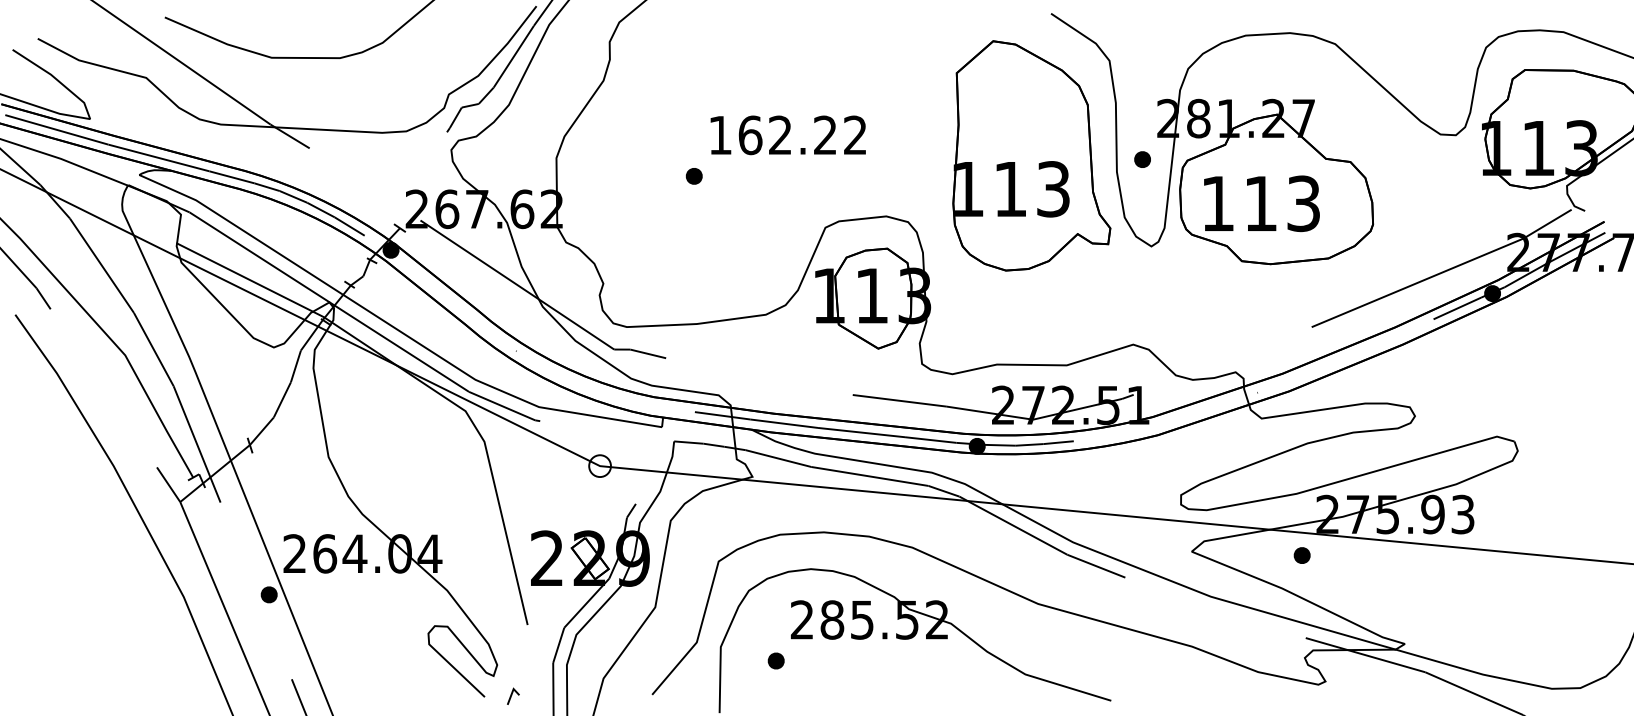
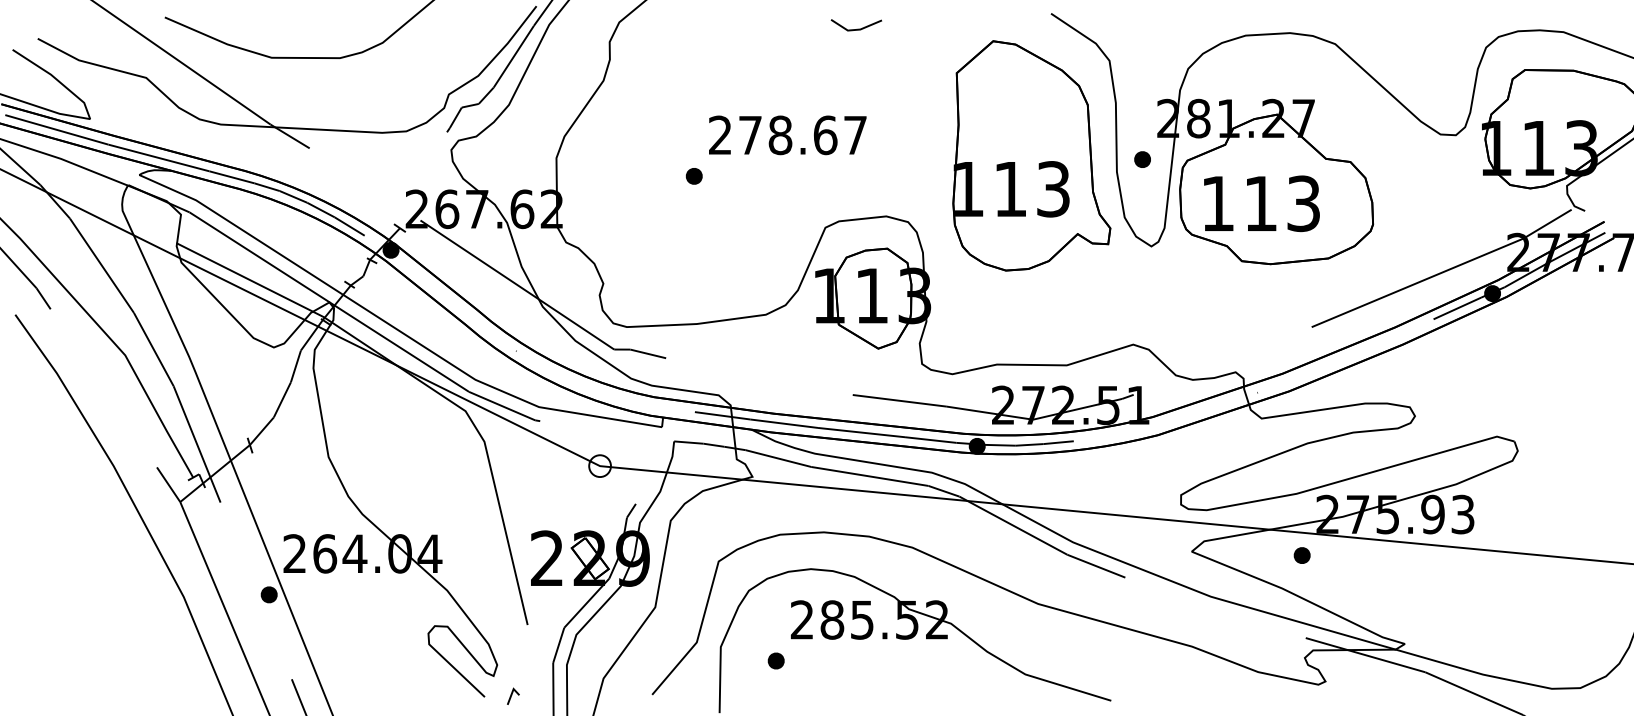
line at (857, 28): none -> present
text at (787, 135): 162.22 -> 278.67
